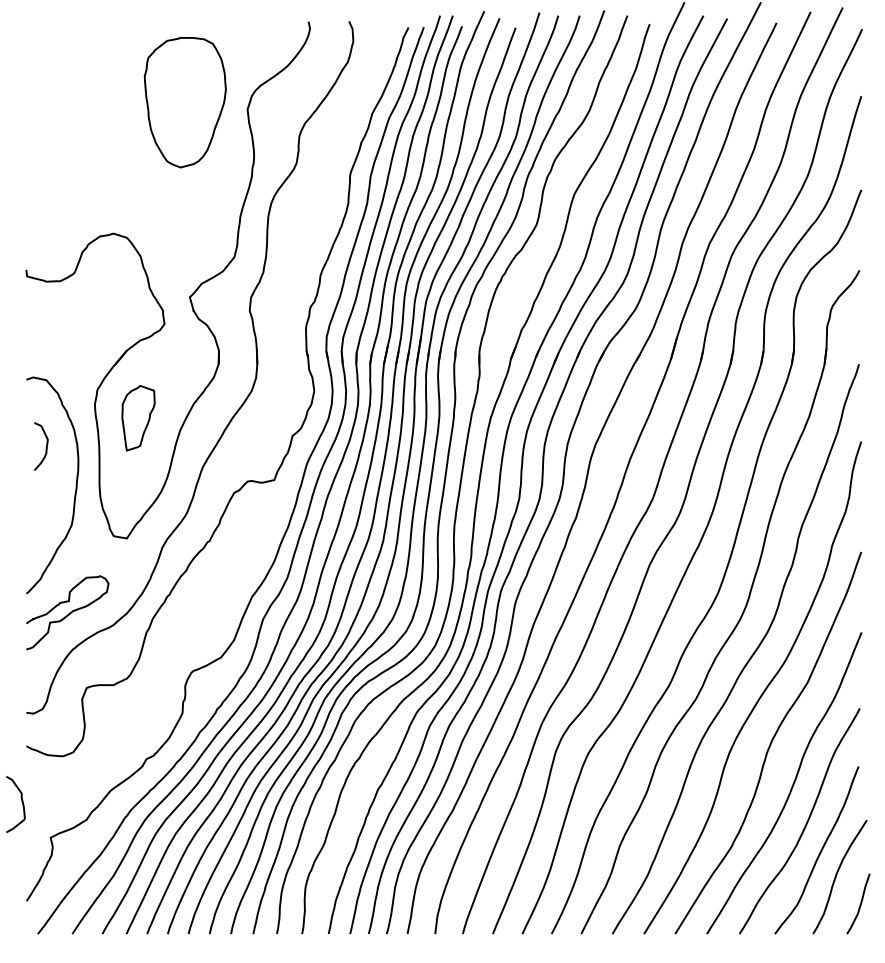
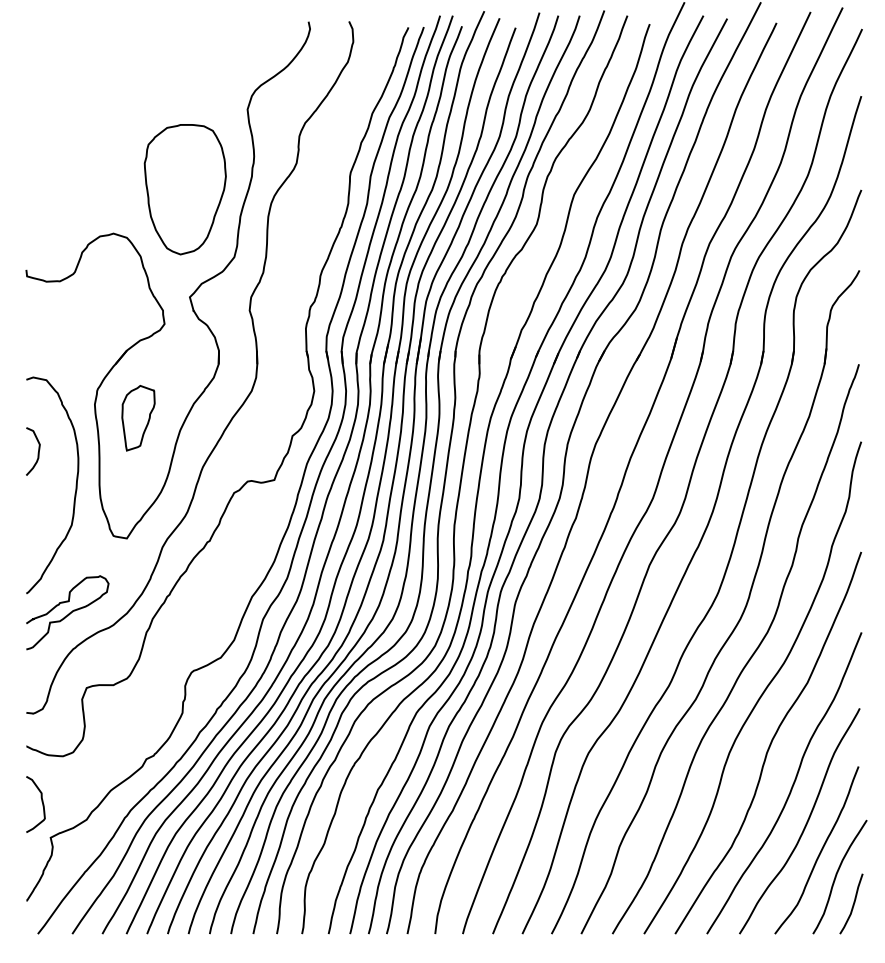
part at (184, 102) position: (184, 102) -> (184, 189)
curve at (45, 447) position: (45, 447) -> (37, 452)
curve at (21, 802) position: (21, 802) -> (41, 802)
curve at (859, 904) position: (859, 904) -> (852, 904)
